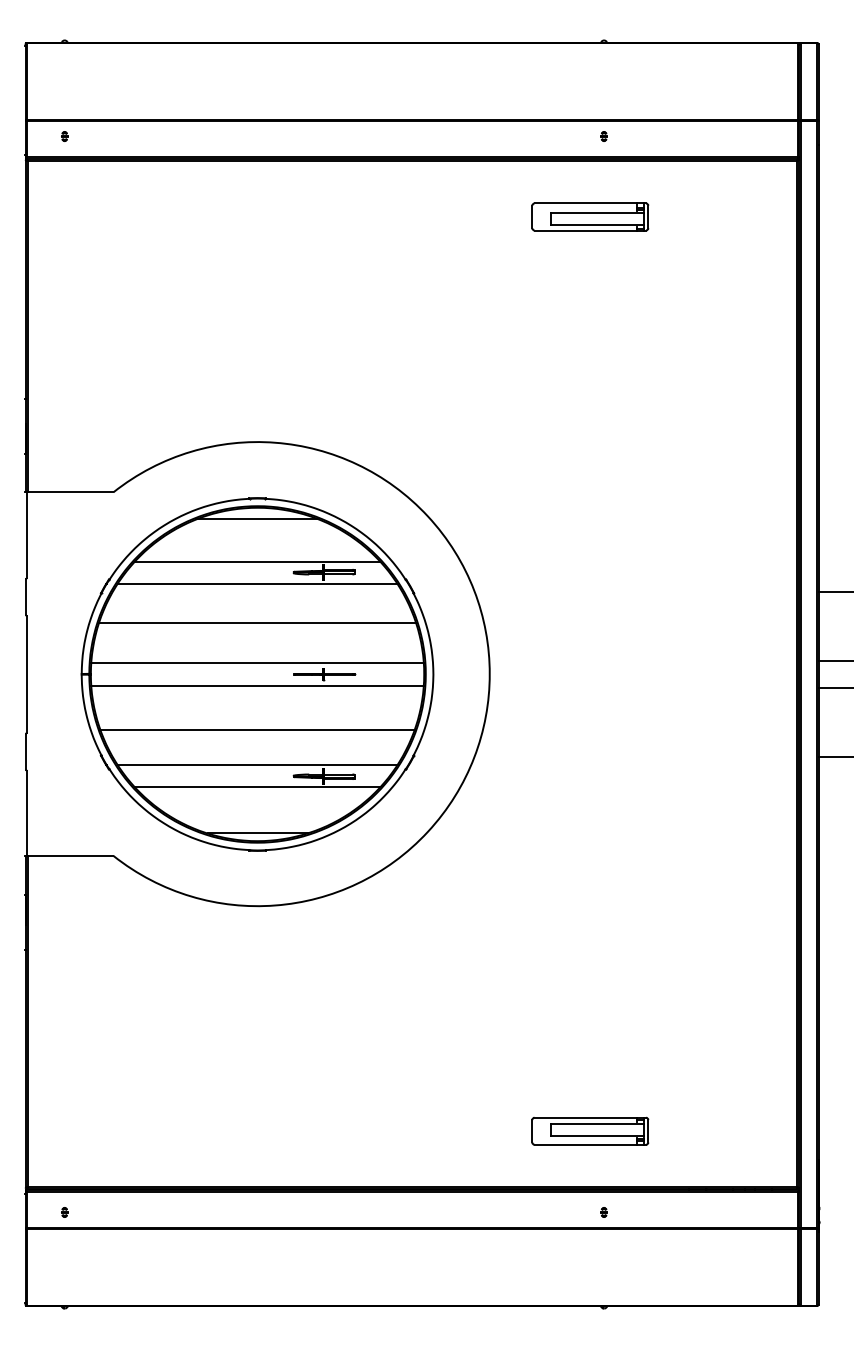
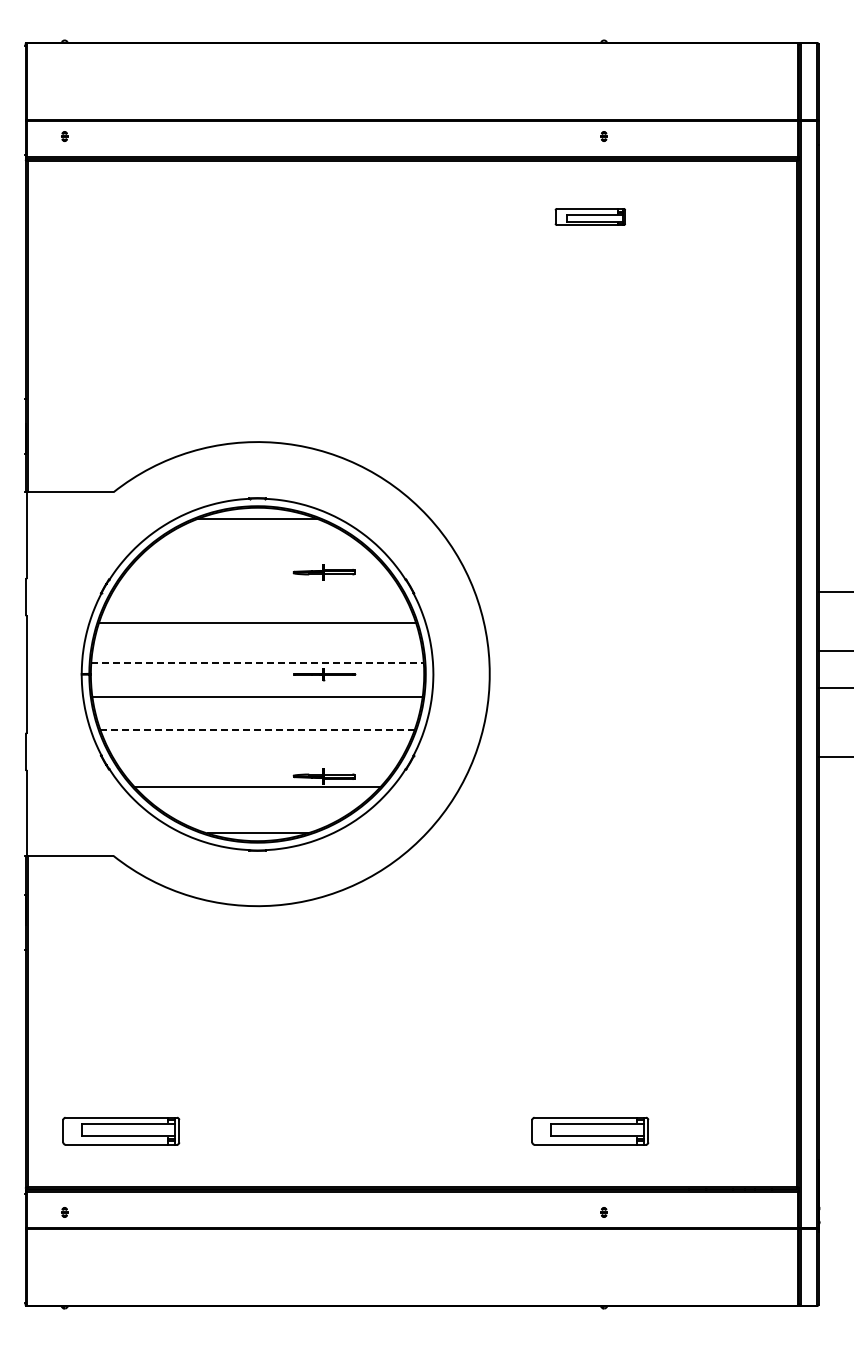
part at (590, 216) size: 119x30 px -> 72x18 px
line at (257, 561): present -> none
line at (257, 584): present -> none
line at (834, 660) position: (834, 660) -> (834, 650)
line at (258, 663): solid -> dashed
line at (257, 685) position: (257, 685) -> (257, 696)
line at (258, 729): solid -> dashed
line at (257, 764): present -> none
part at (121, 1130): none -> present
